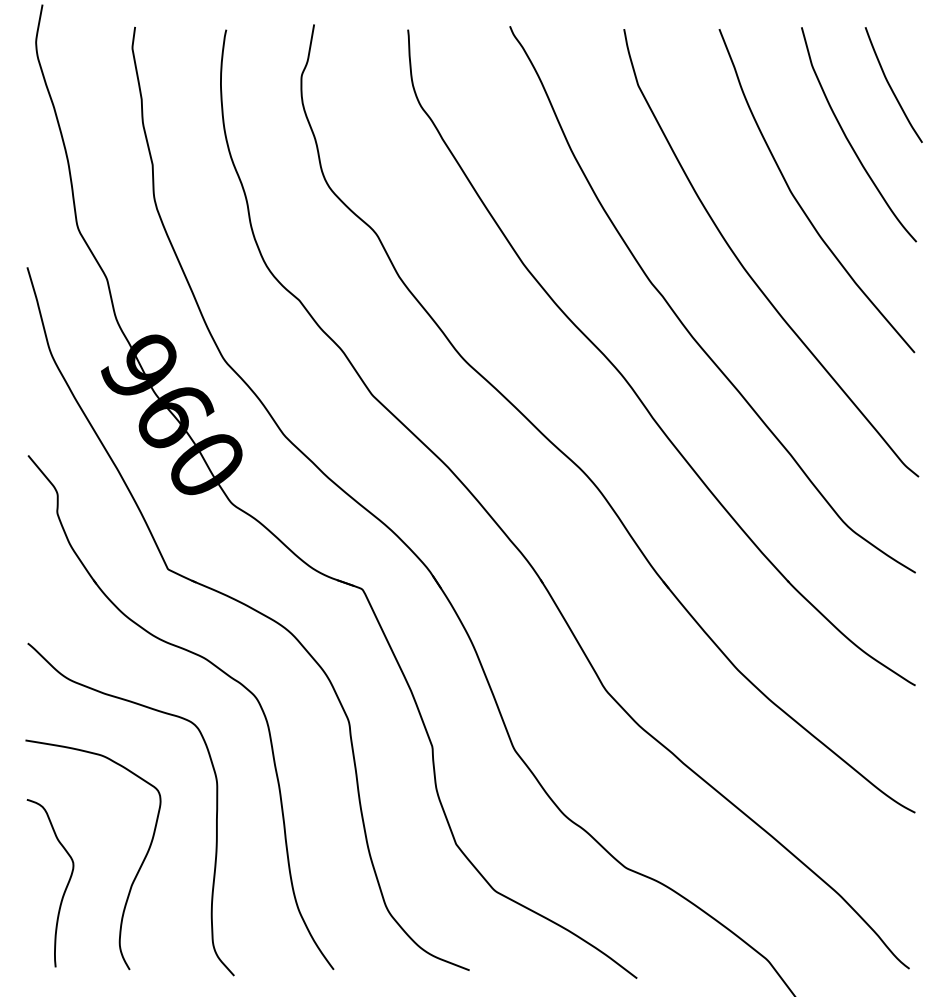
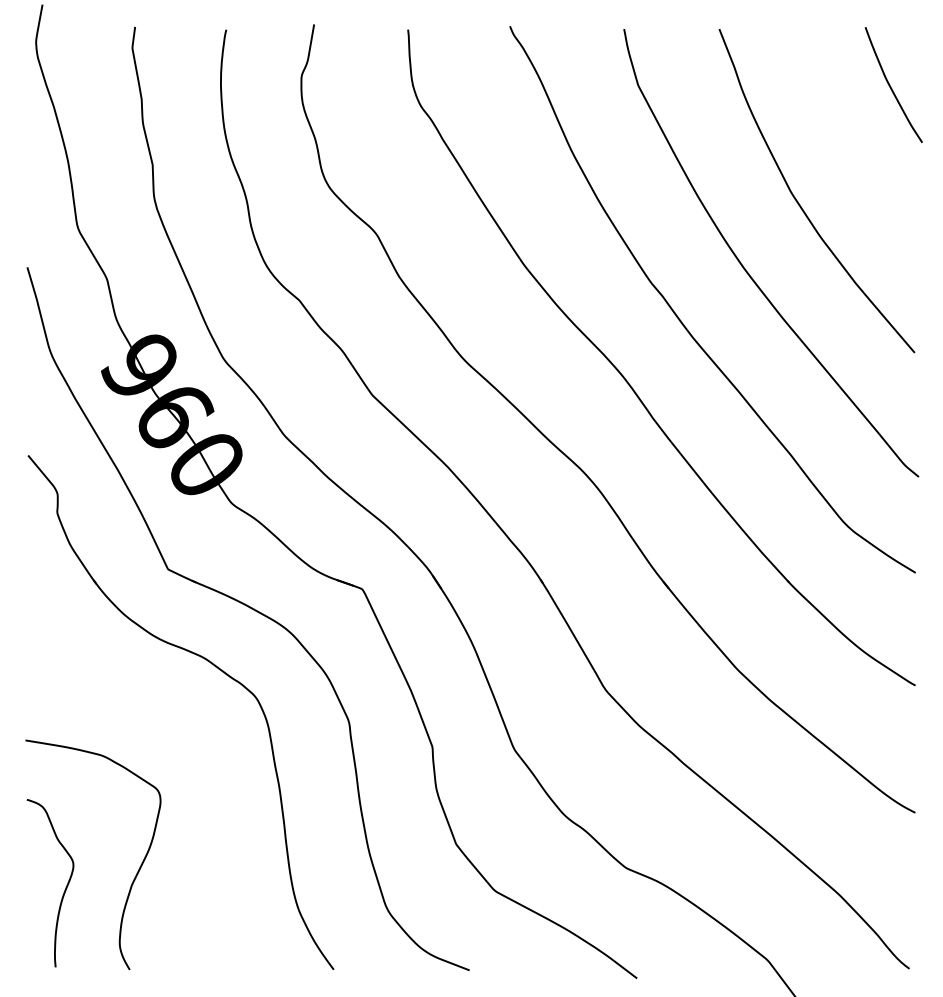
curve at (849, 140): present -> none
curve at (216, 809): present -> none
